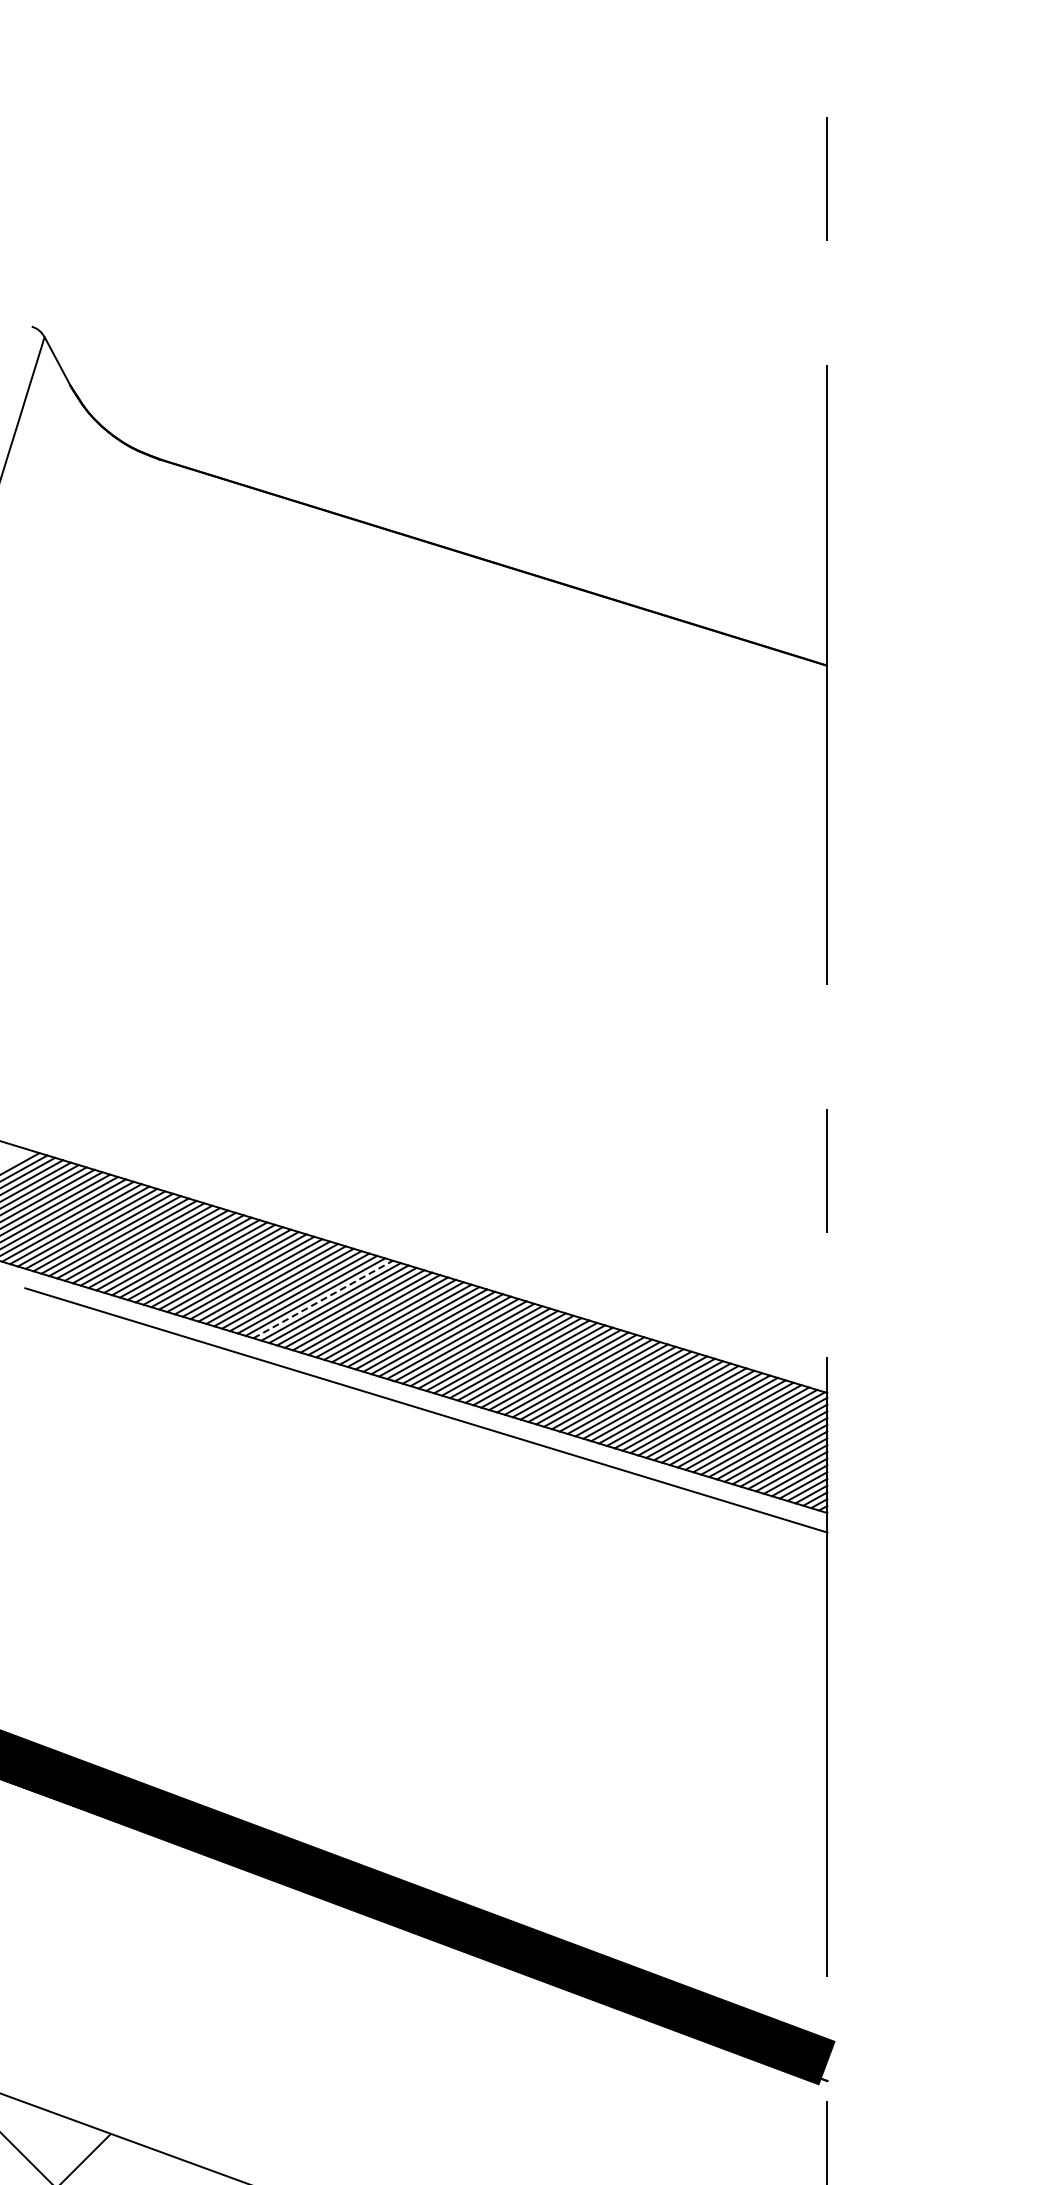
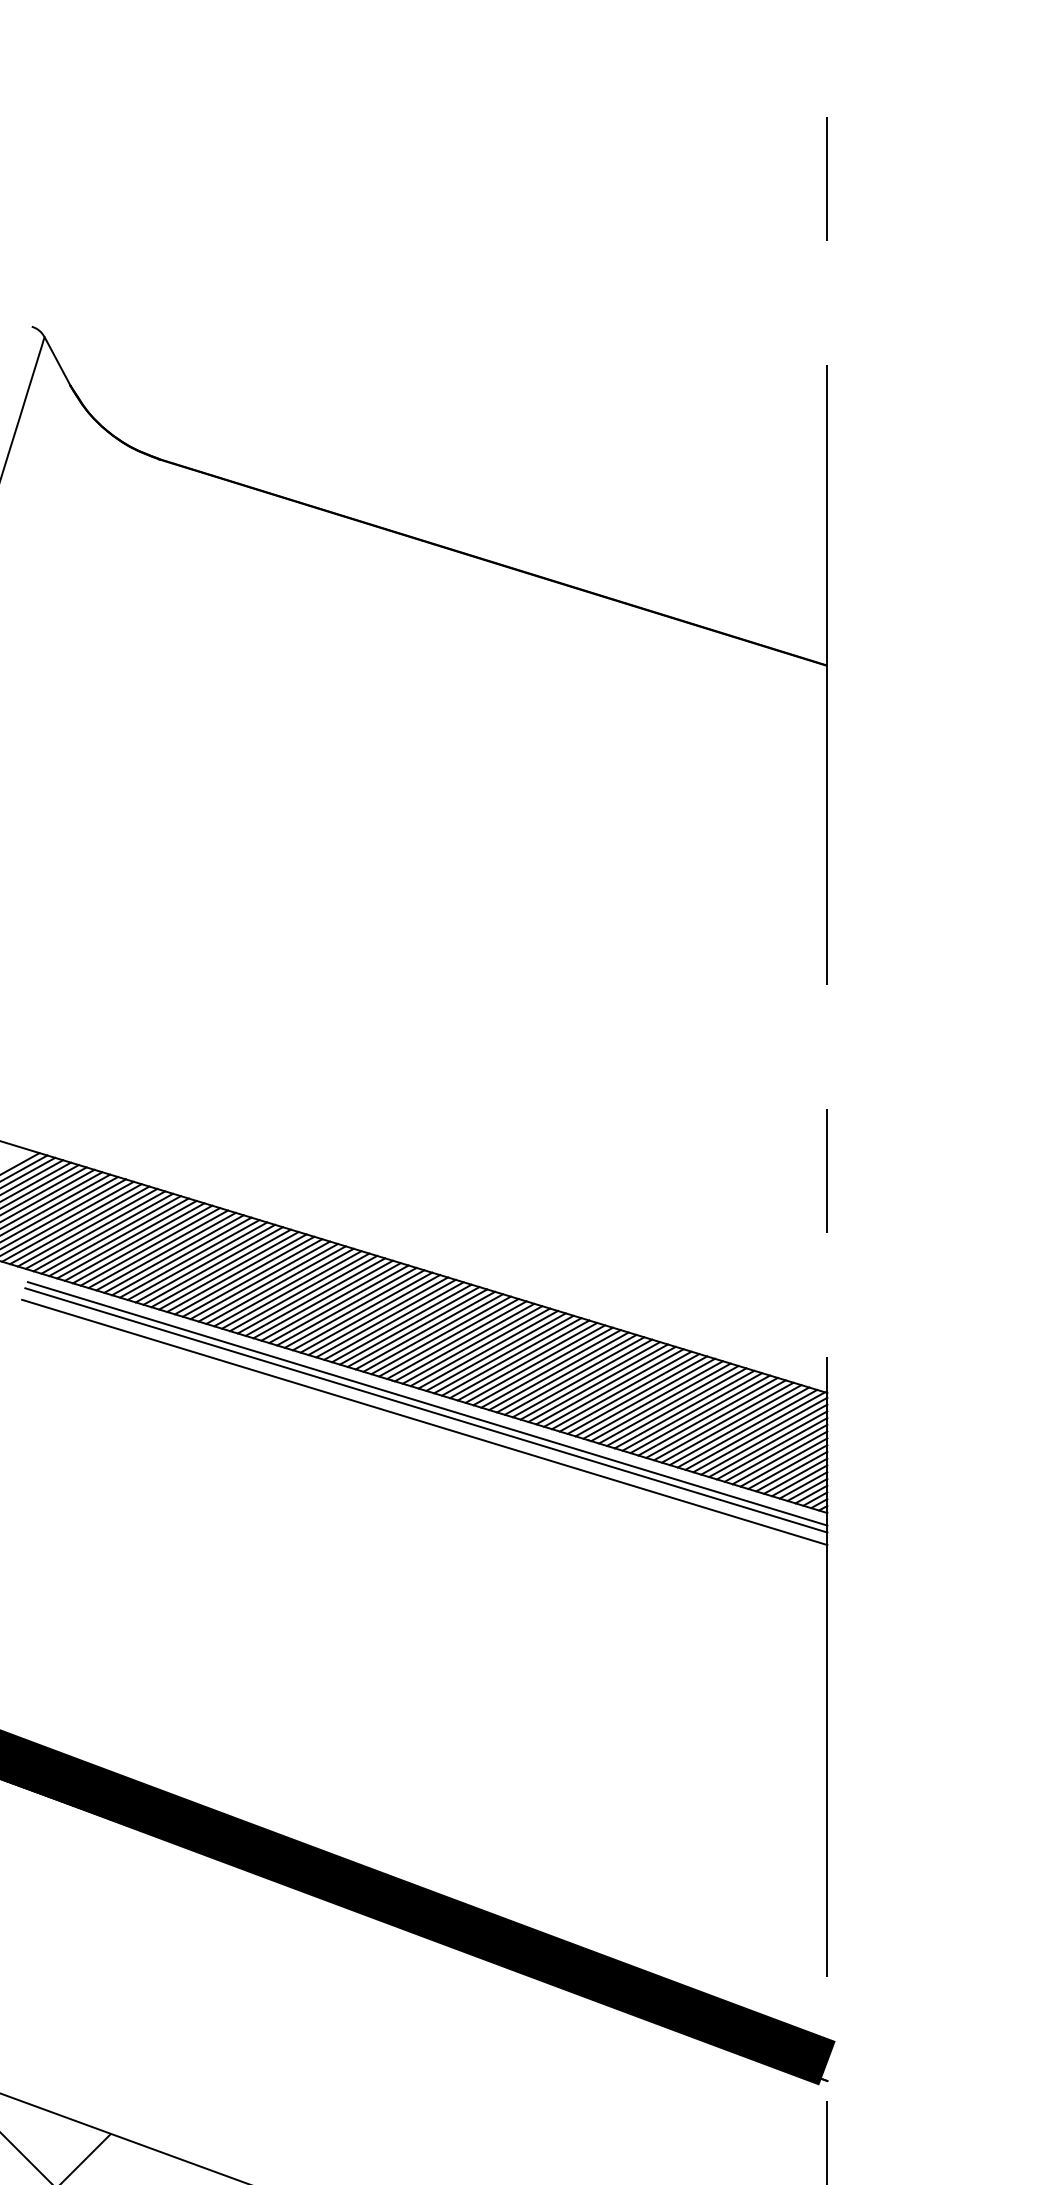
line at (323, 1299): dashed -> solid
line at (427, 1403): none -> present
line at (424, 1422): none -> present
